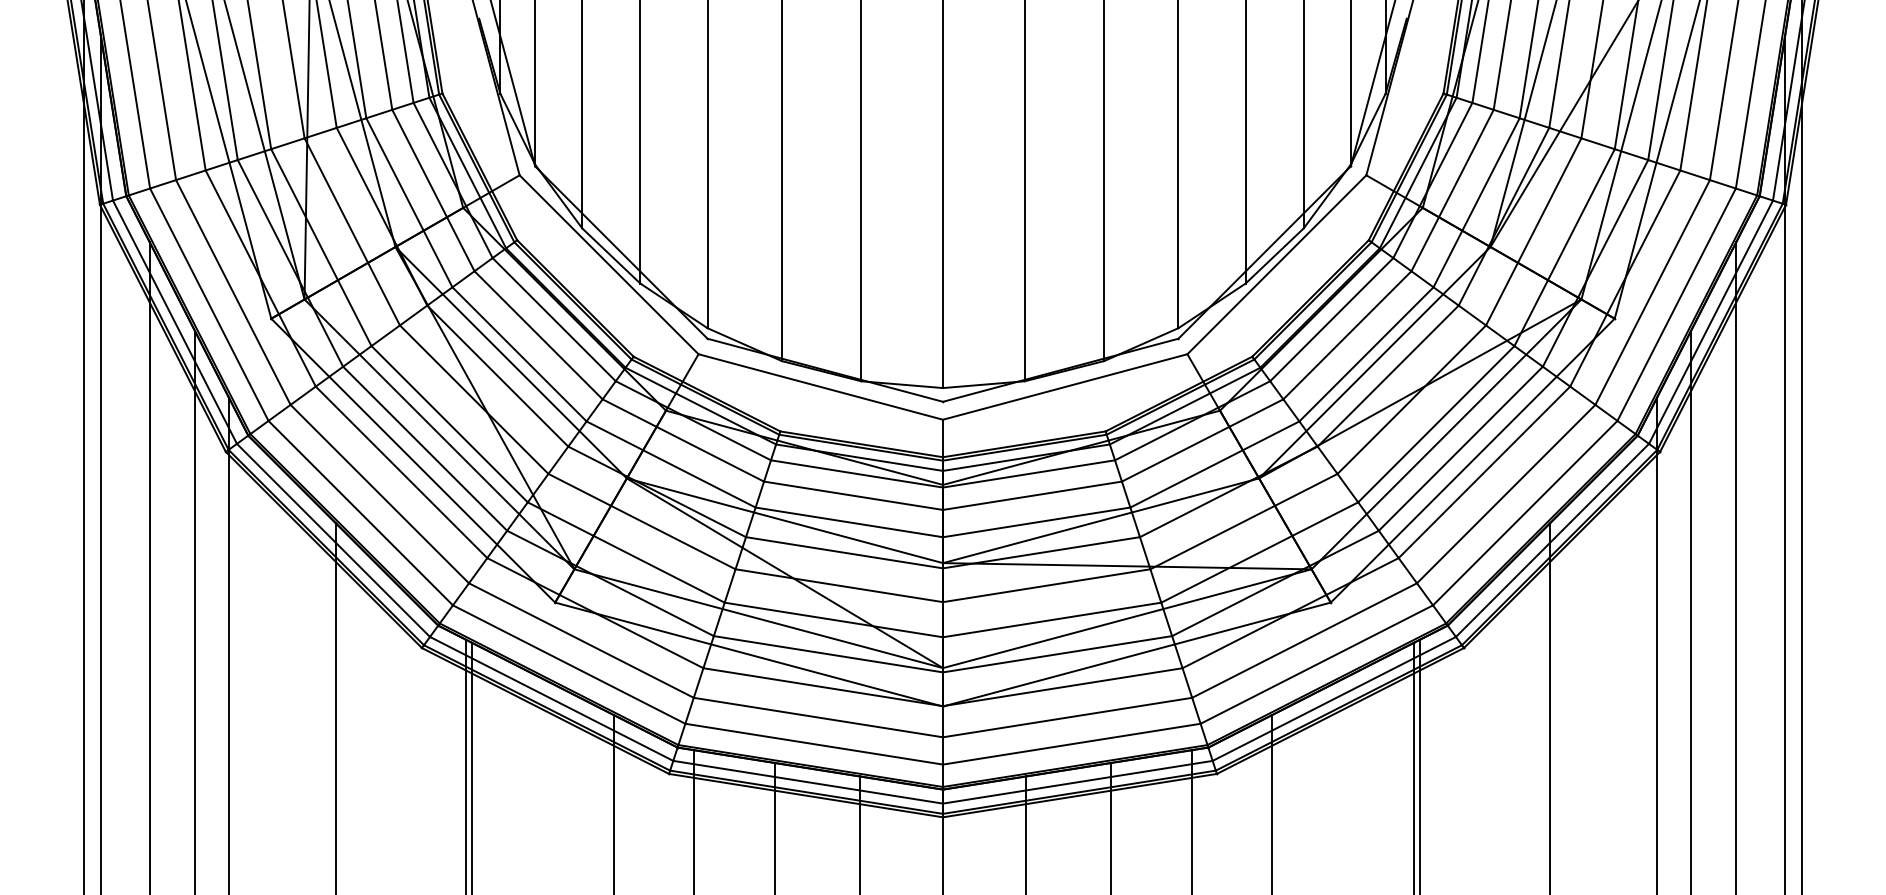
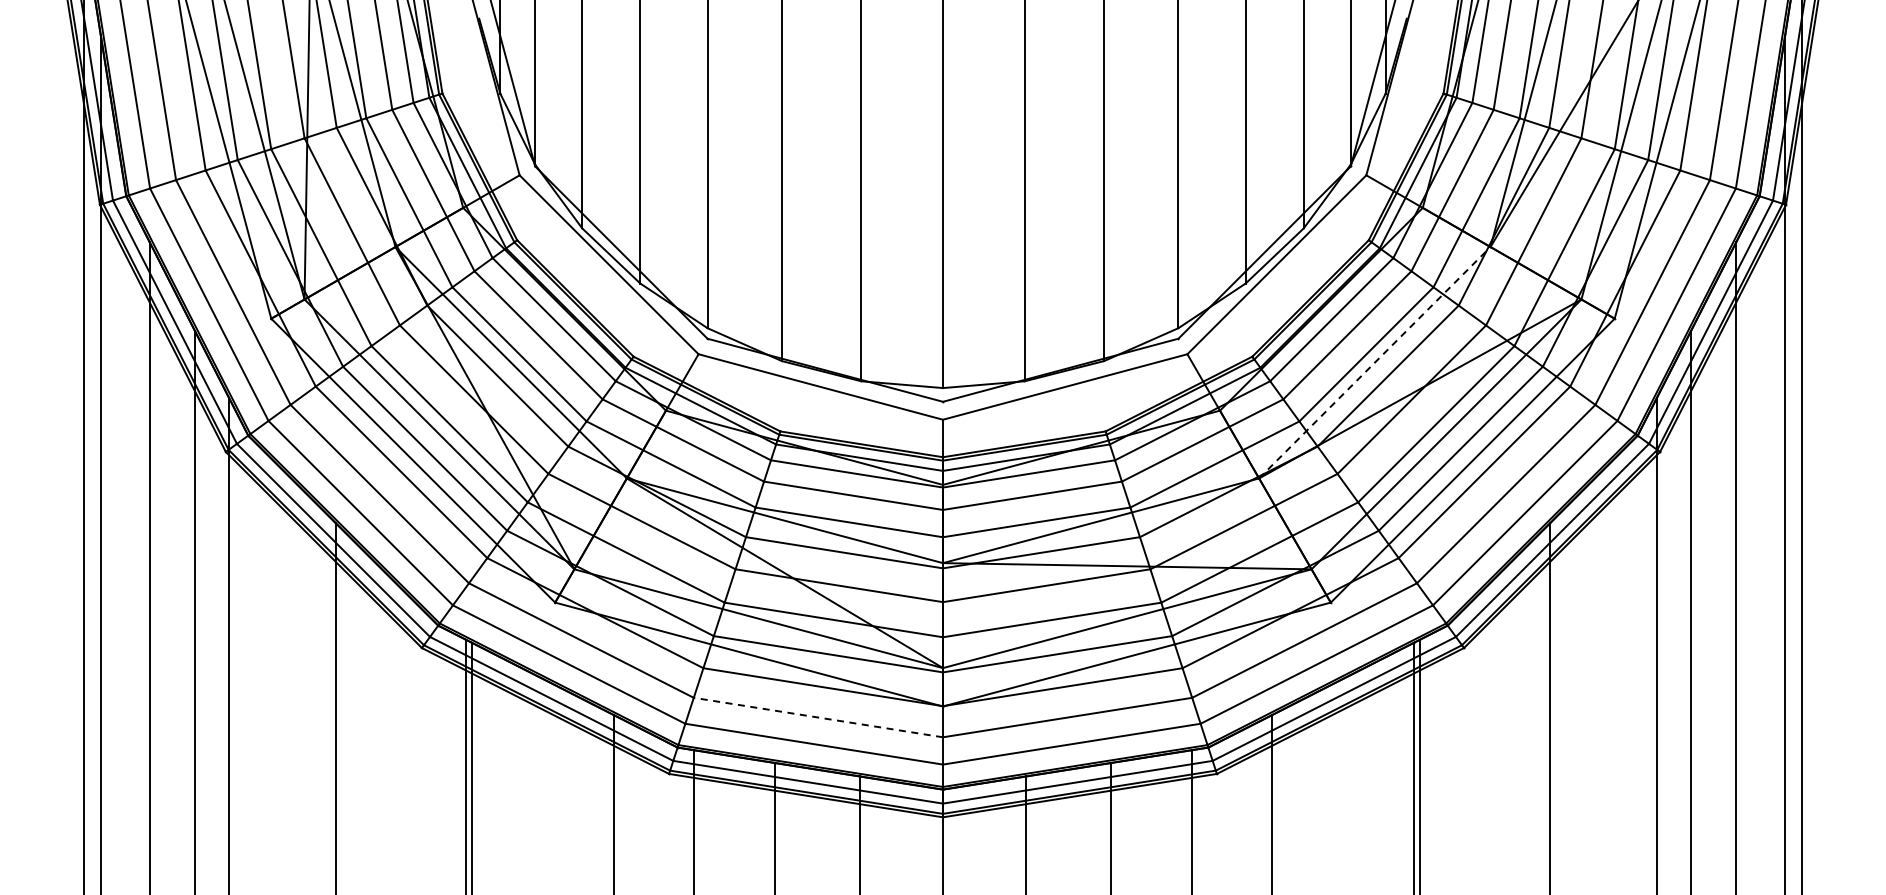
line at (1374, 362): solid -> dashed
line at (817, 717): solid -> dashed
